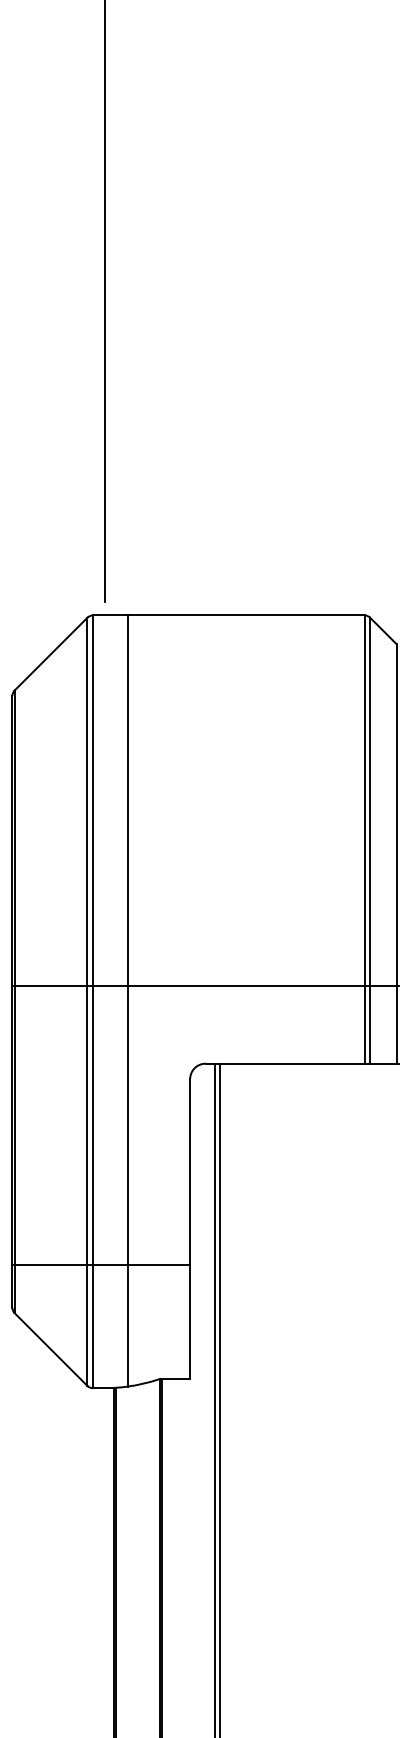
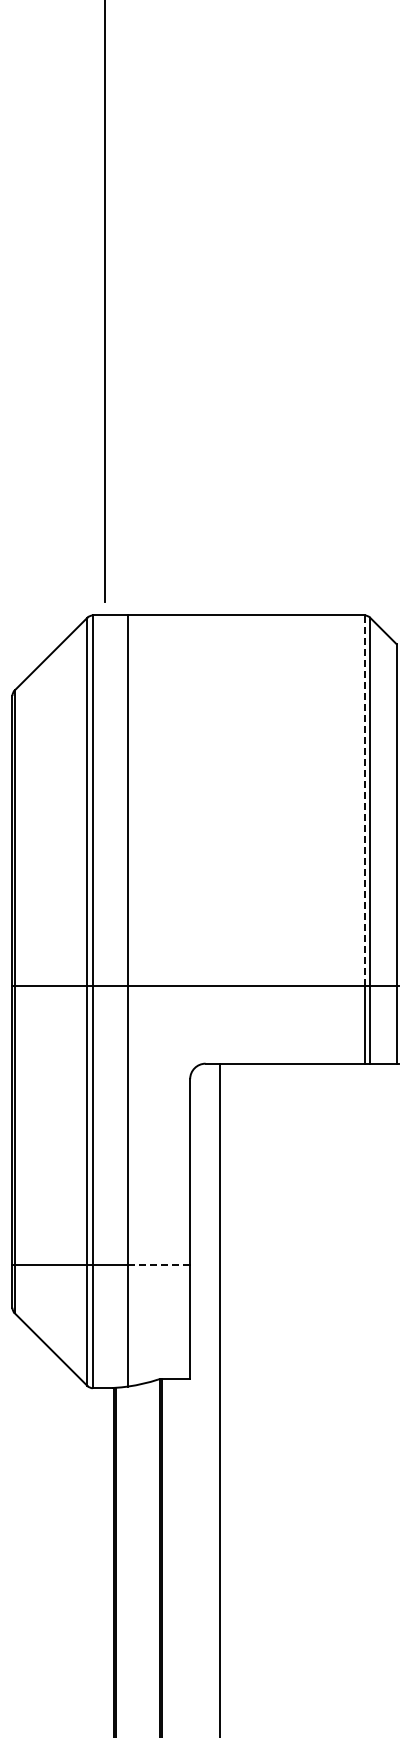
line at (364, 800): solid -> dashed
line at (159, 1264): solid -> dashed
line at (214, 1398): present -> none
